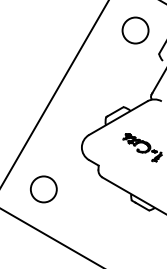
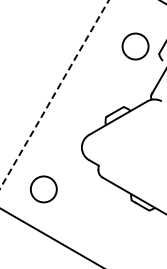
circle at (135, 30) position: (135, 30) -> (135, 46)
line at (54, 95): solid -> dashed
part at (142, 147): present -> none
